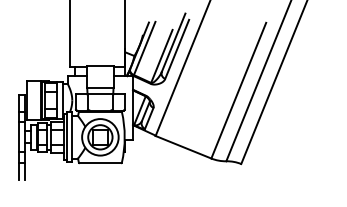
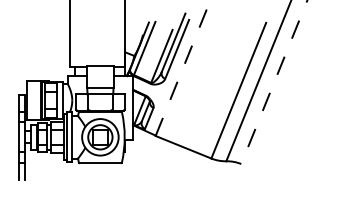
line at (183, 67): solid -> dashed
line at (274, 82): solid -> dashed
